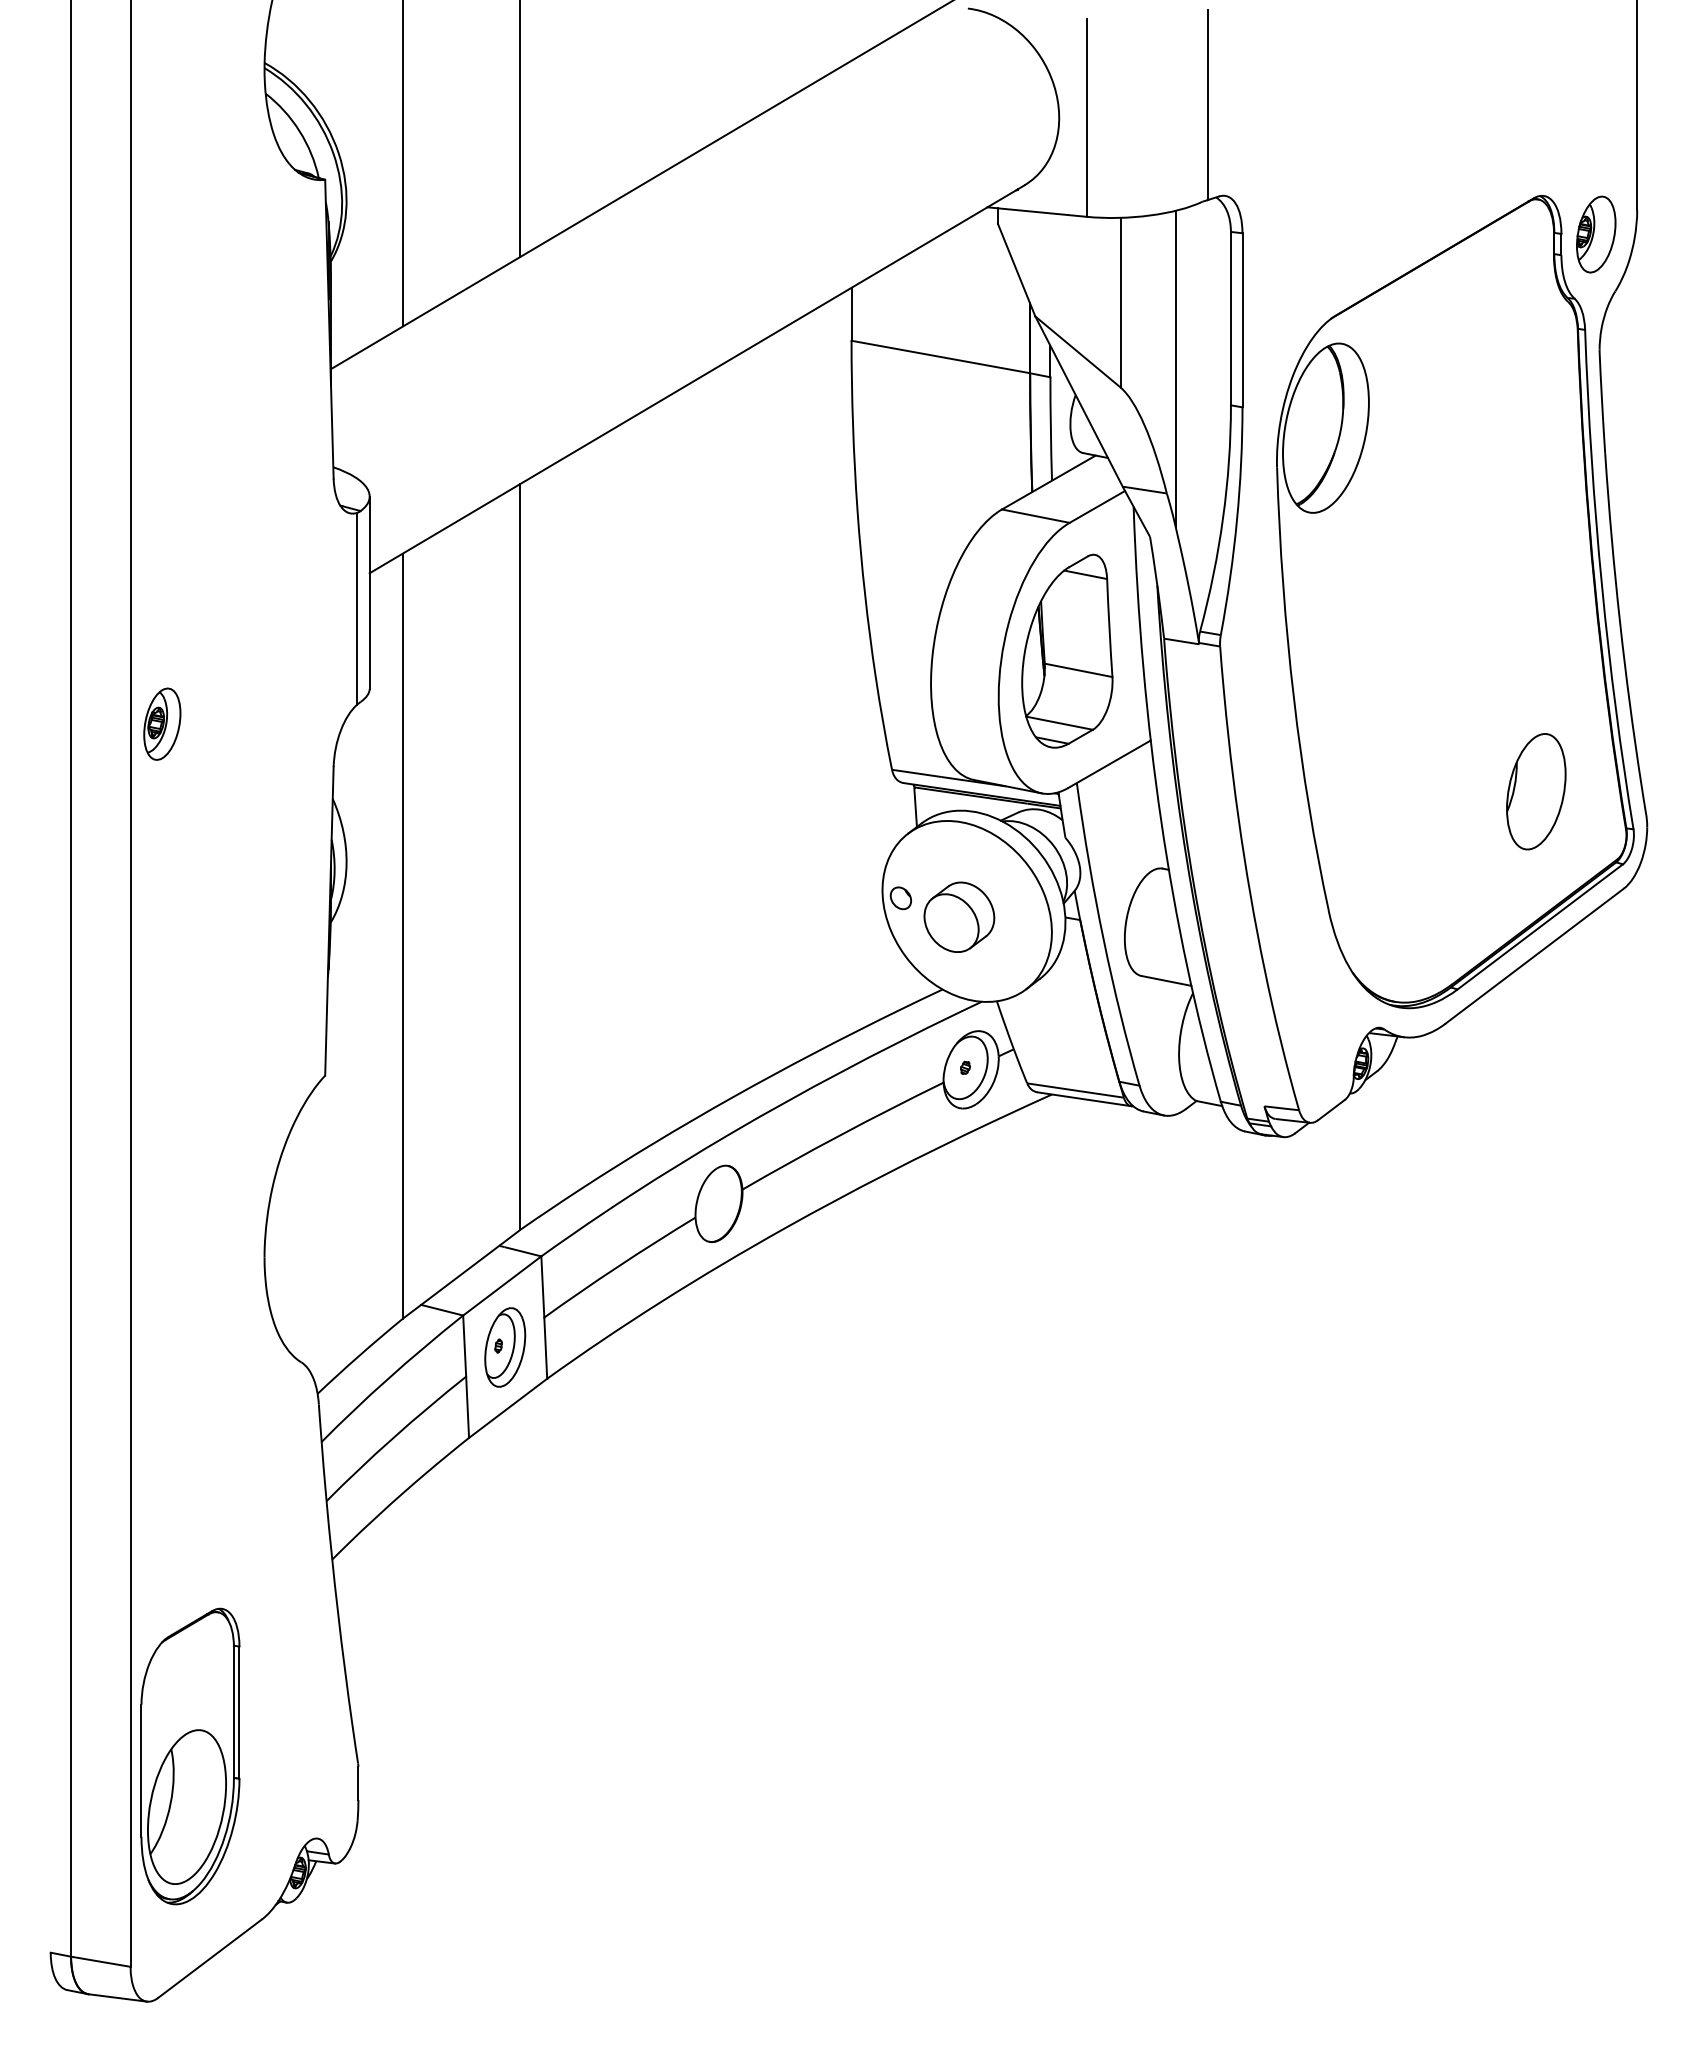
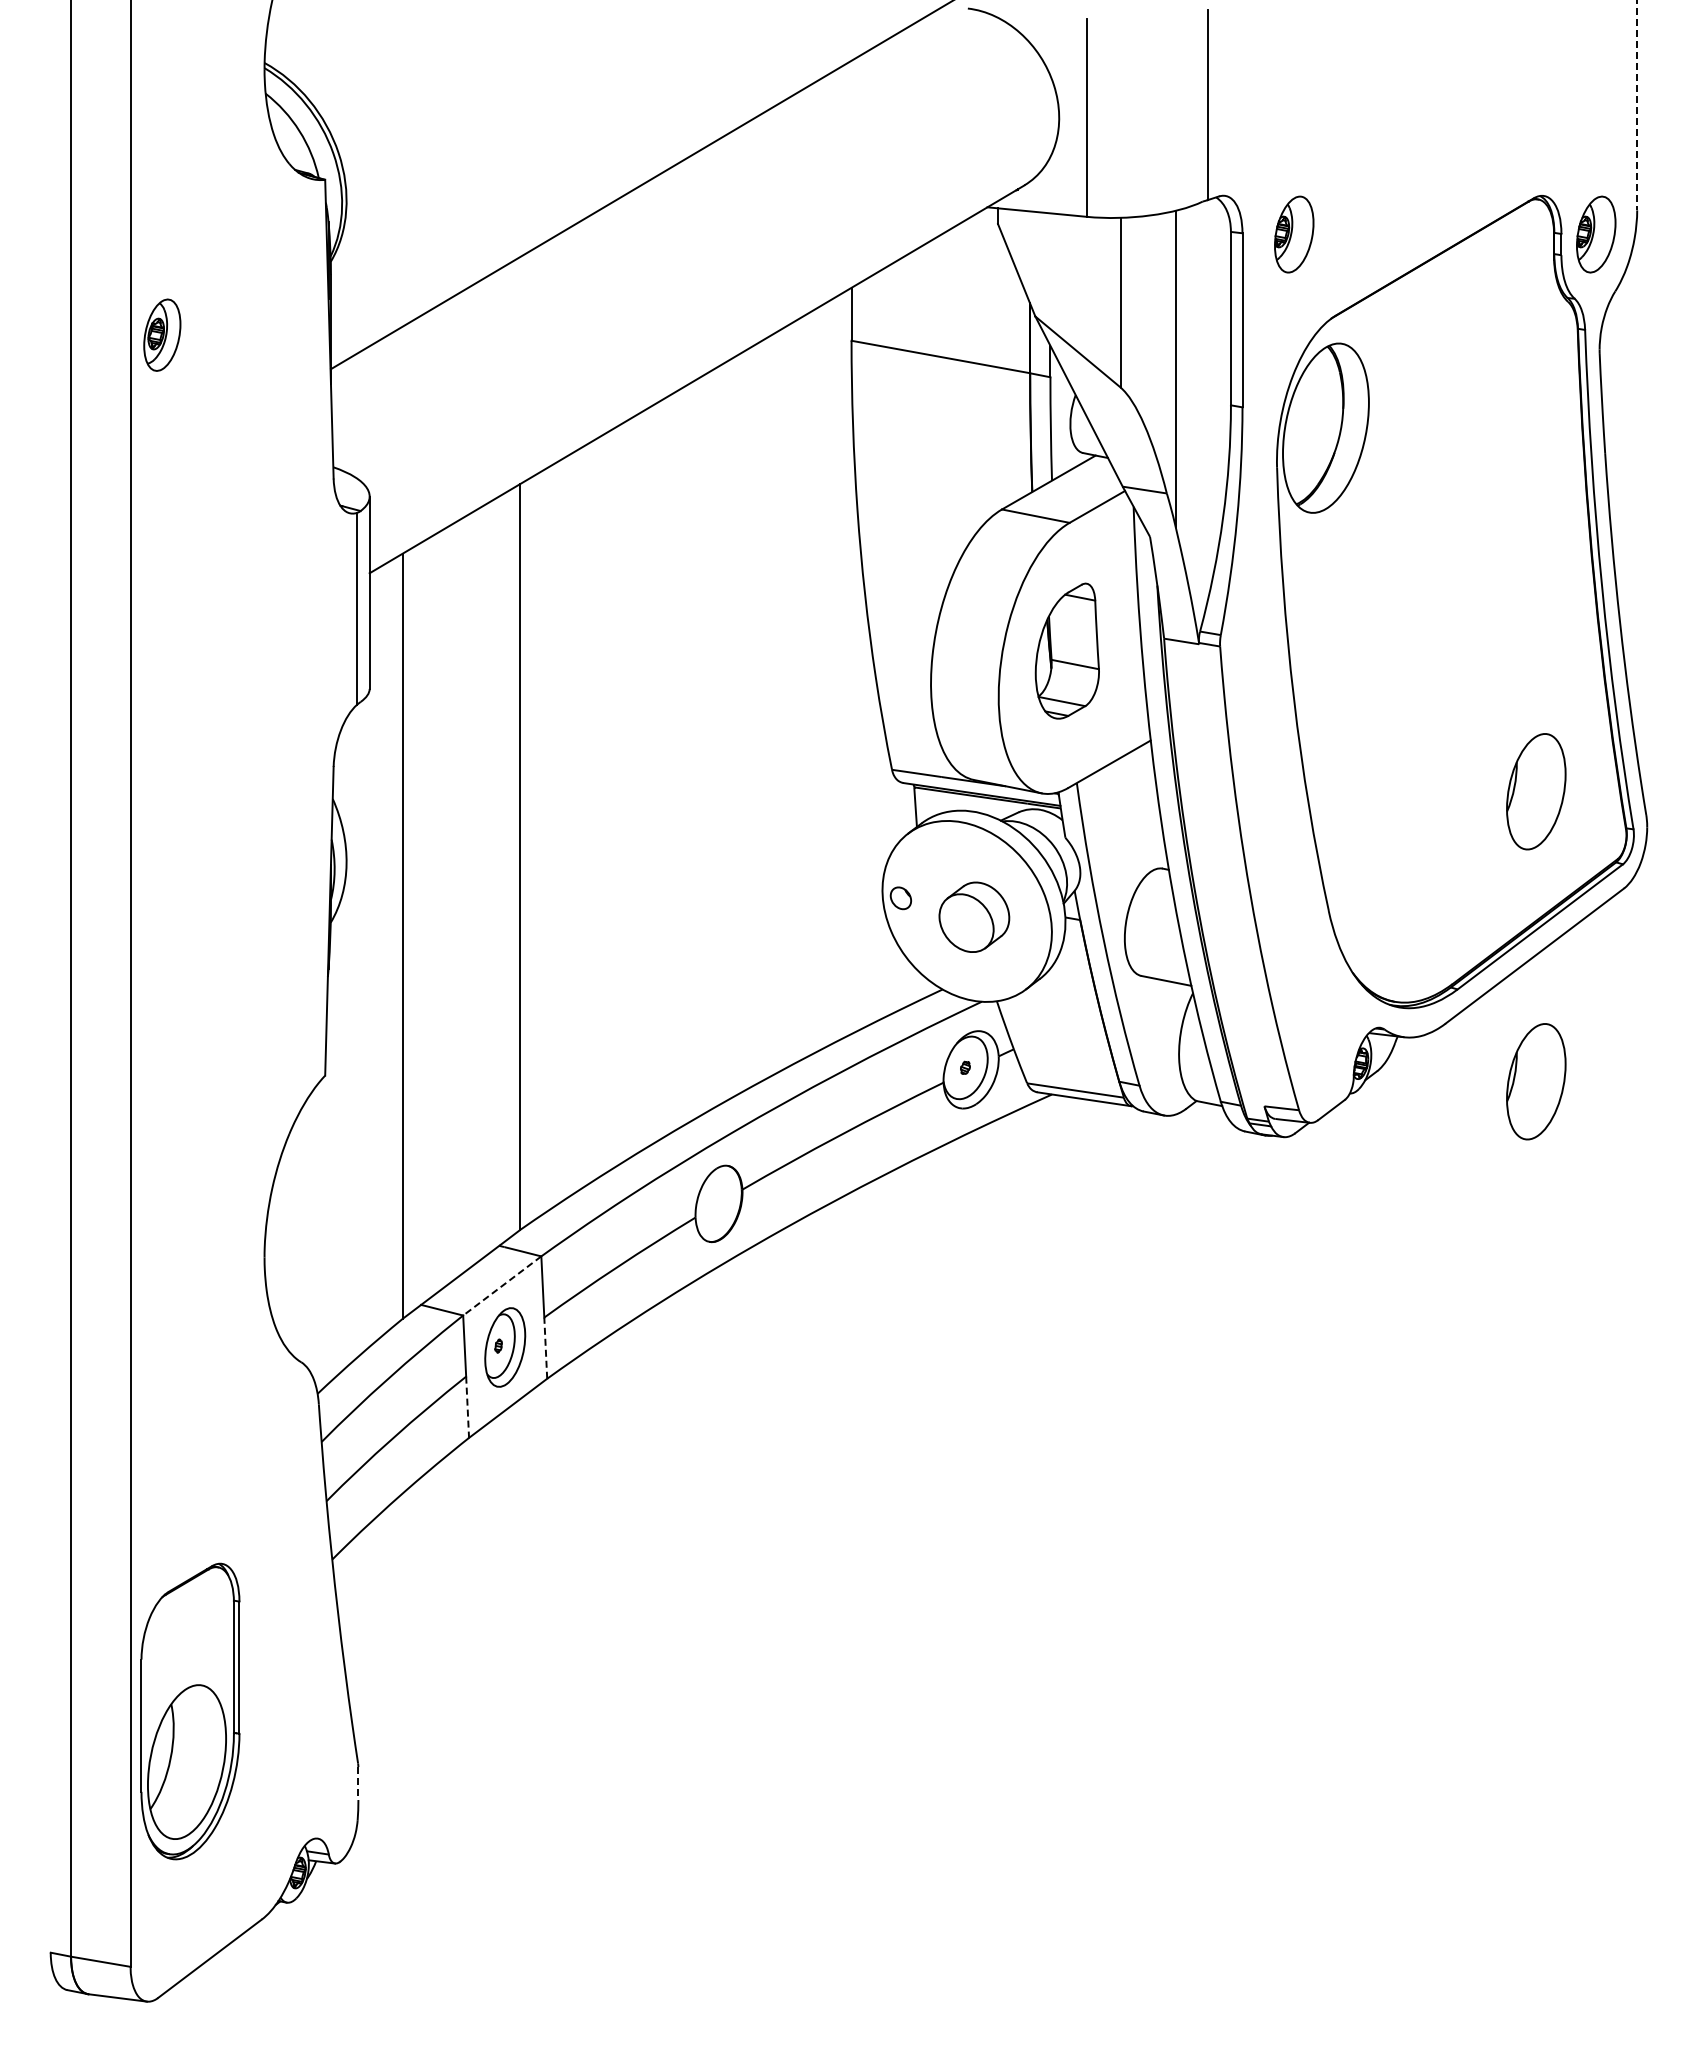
line at (1637, 105): solid -> dashed
line at (519, 129): present -> none
line at (402, 164): present -> none
part at (1294, 234): none -> present
part at (1067, 650) size: 93x196 px -> 66x138 px
part at (162, 723) position: (162, 723) -> (162, 334)
part at (959, 916) position: (959, 916) -> (974, 916)
part at (1536, 1081): none -> present
line at (501, 1286): solid -> dashed
line at (545, 1348): solid -> dashed
line at (467, 1407): solid -> dashed
part at (190, 1756) position: (190, 1756) -> (190, 1711)
line at (358, 1784): solid -> dashed
